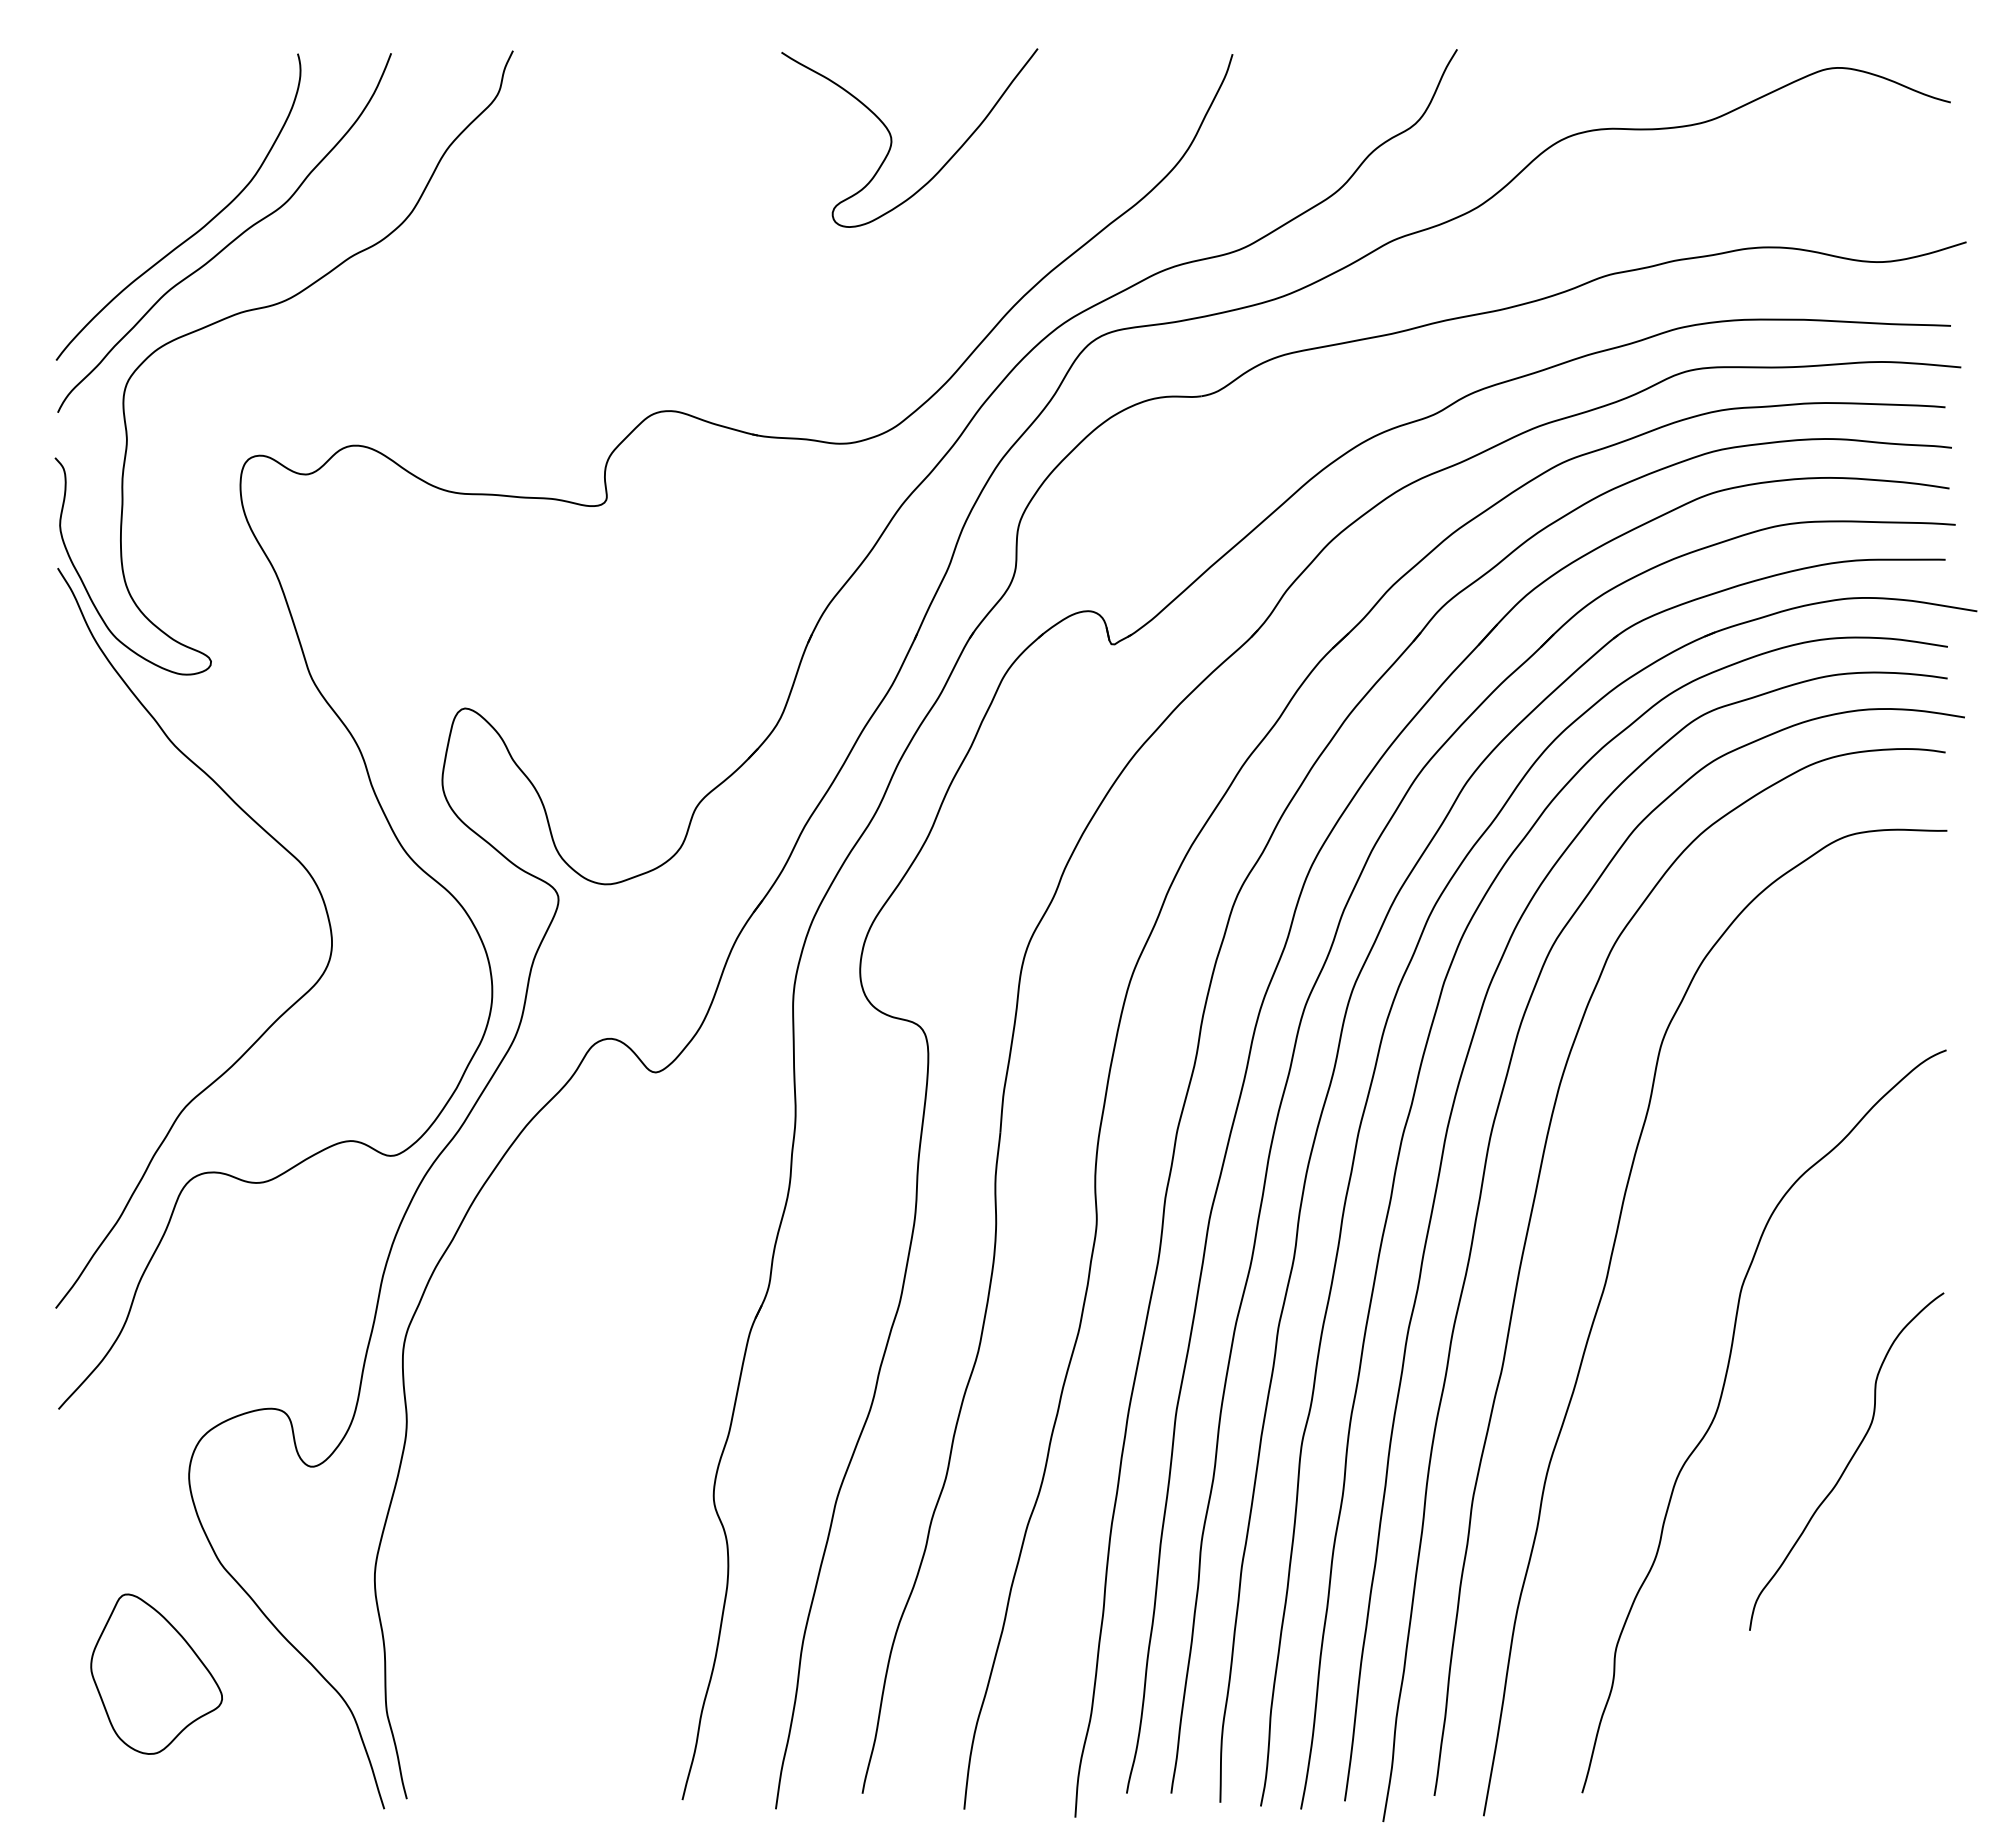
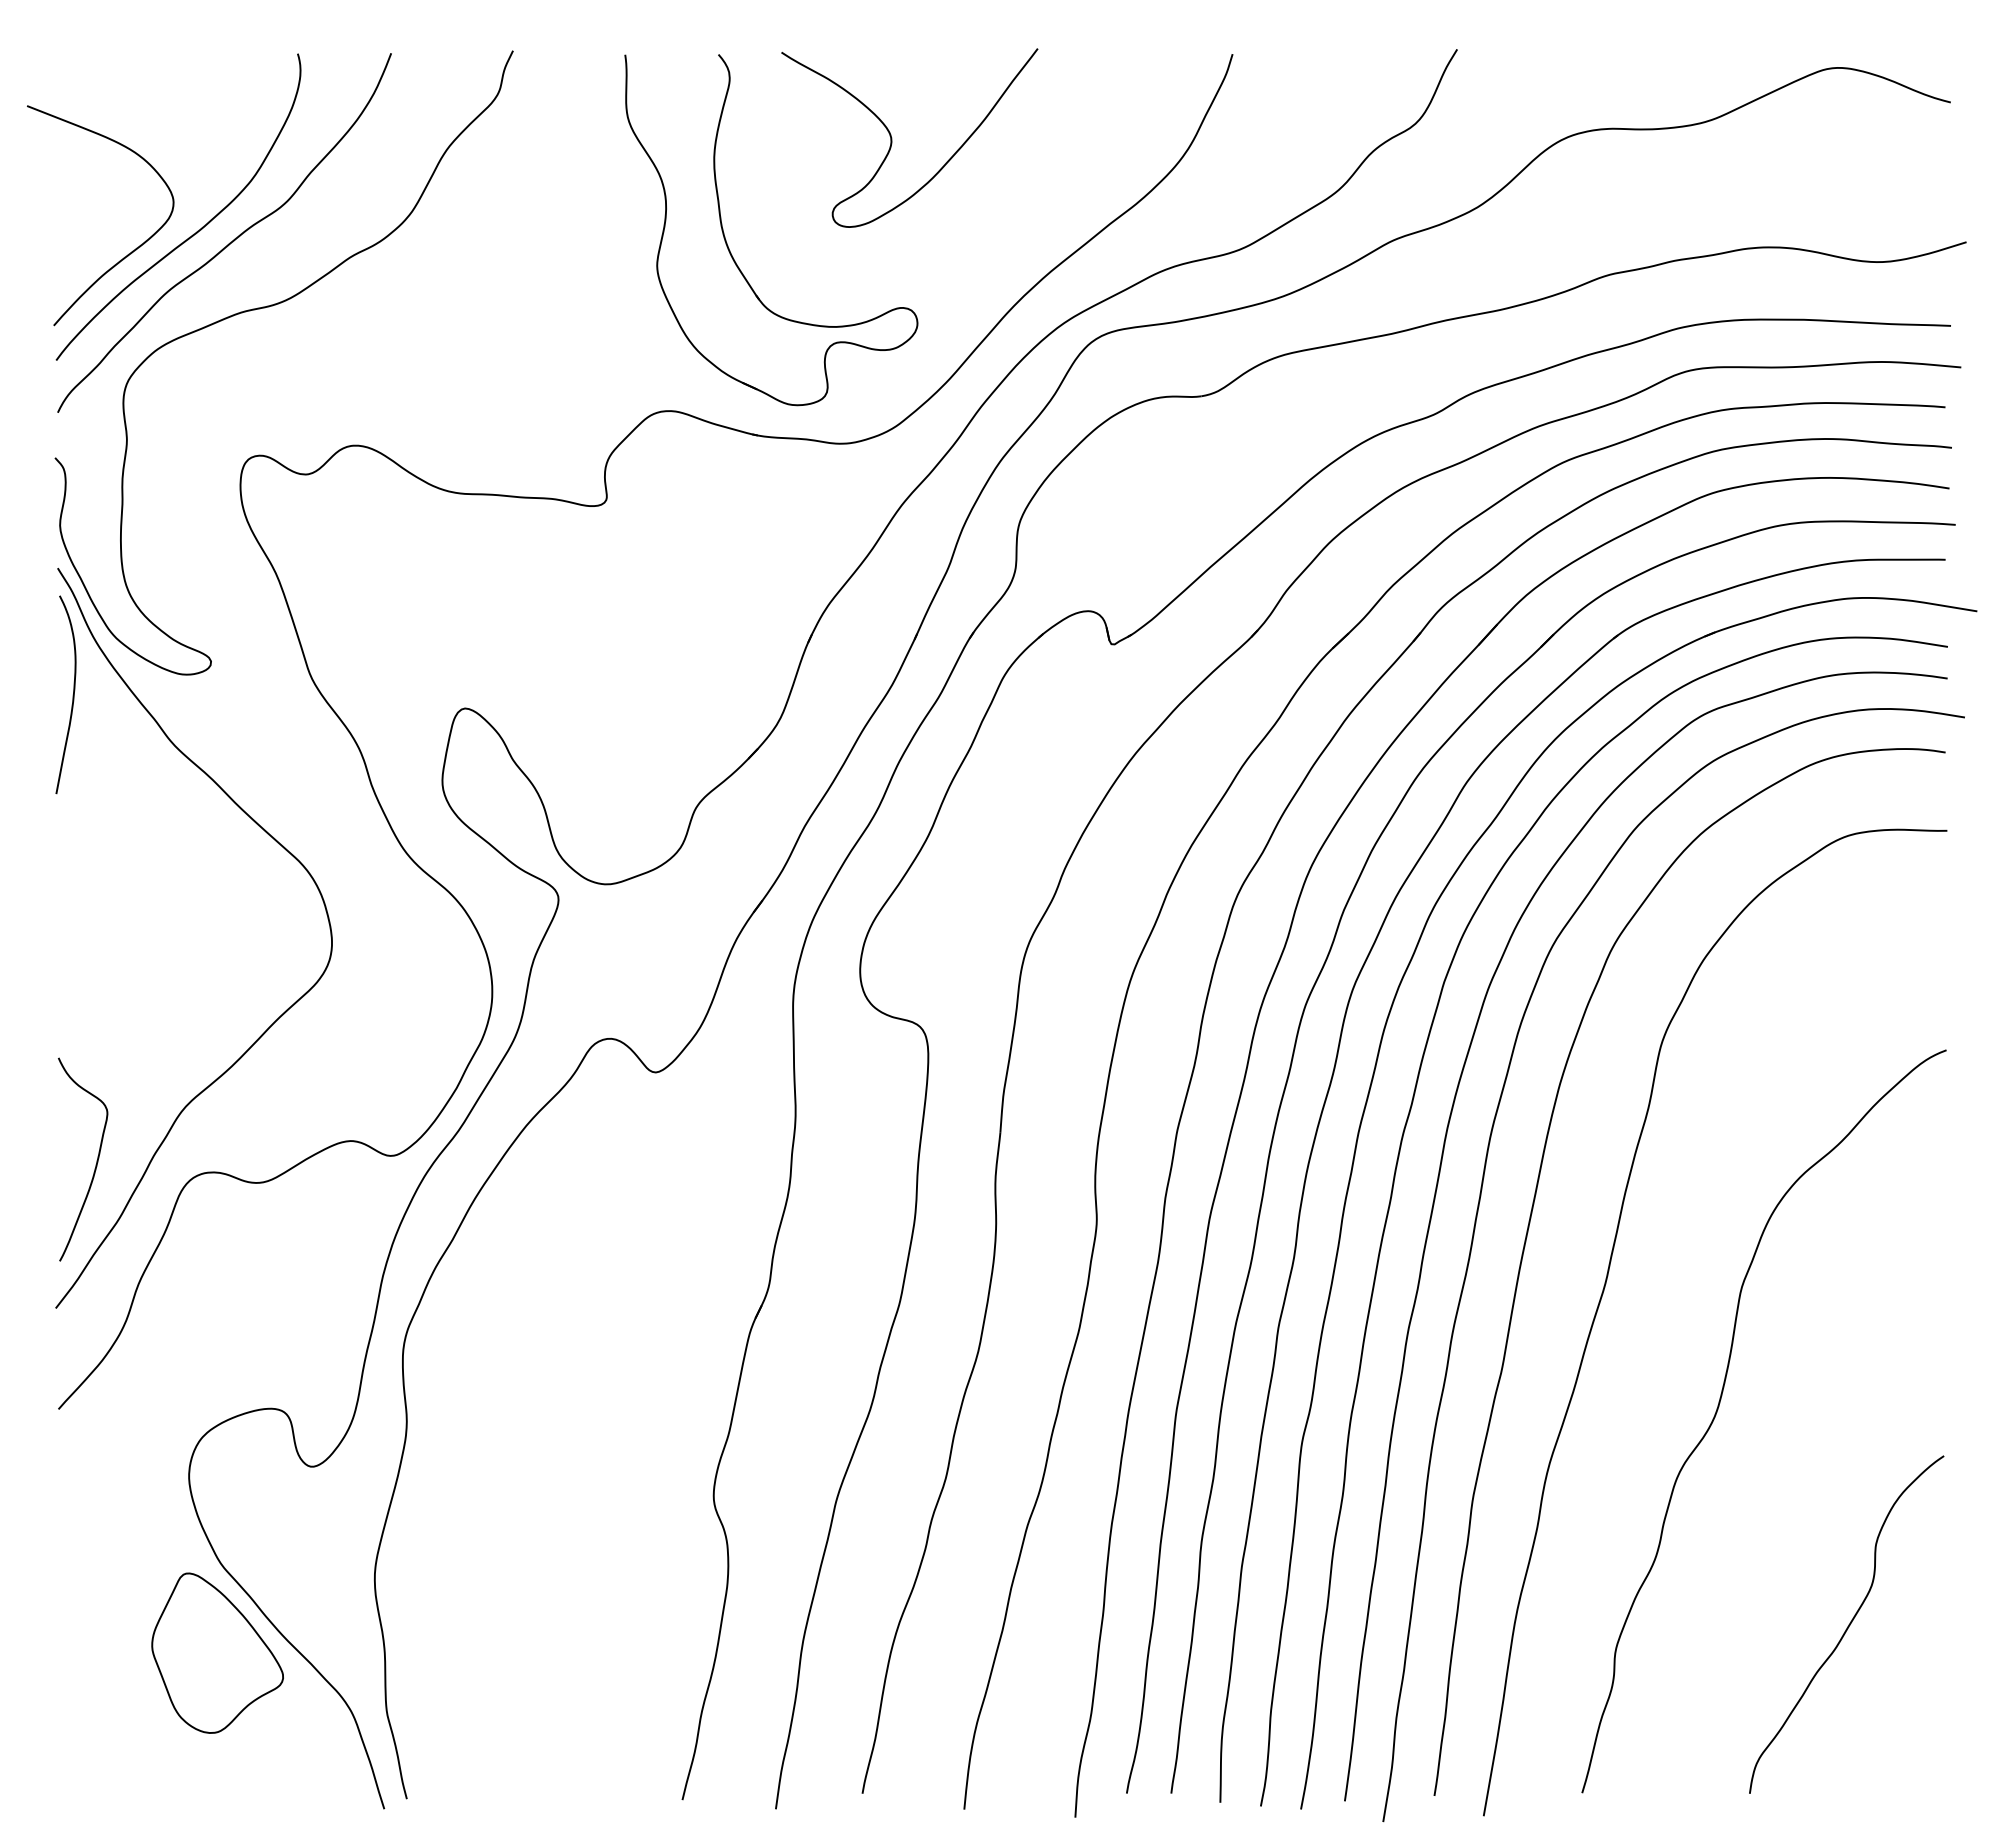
part at (728, 245): none -> present
curve at (128, 253): none -> present
curve at (72, 695): none -> present
curve at (95, 1164): none -> present
curve at (1848, 1461) position: (1848, 1461) -> (1848, 1624)
part at (156, 1673) position: (156, 1673) -> (217, 1652)
